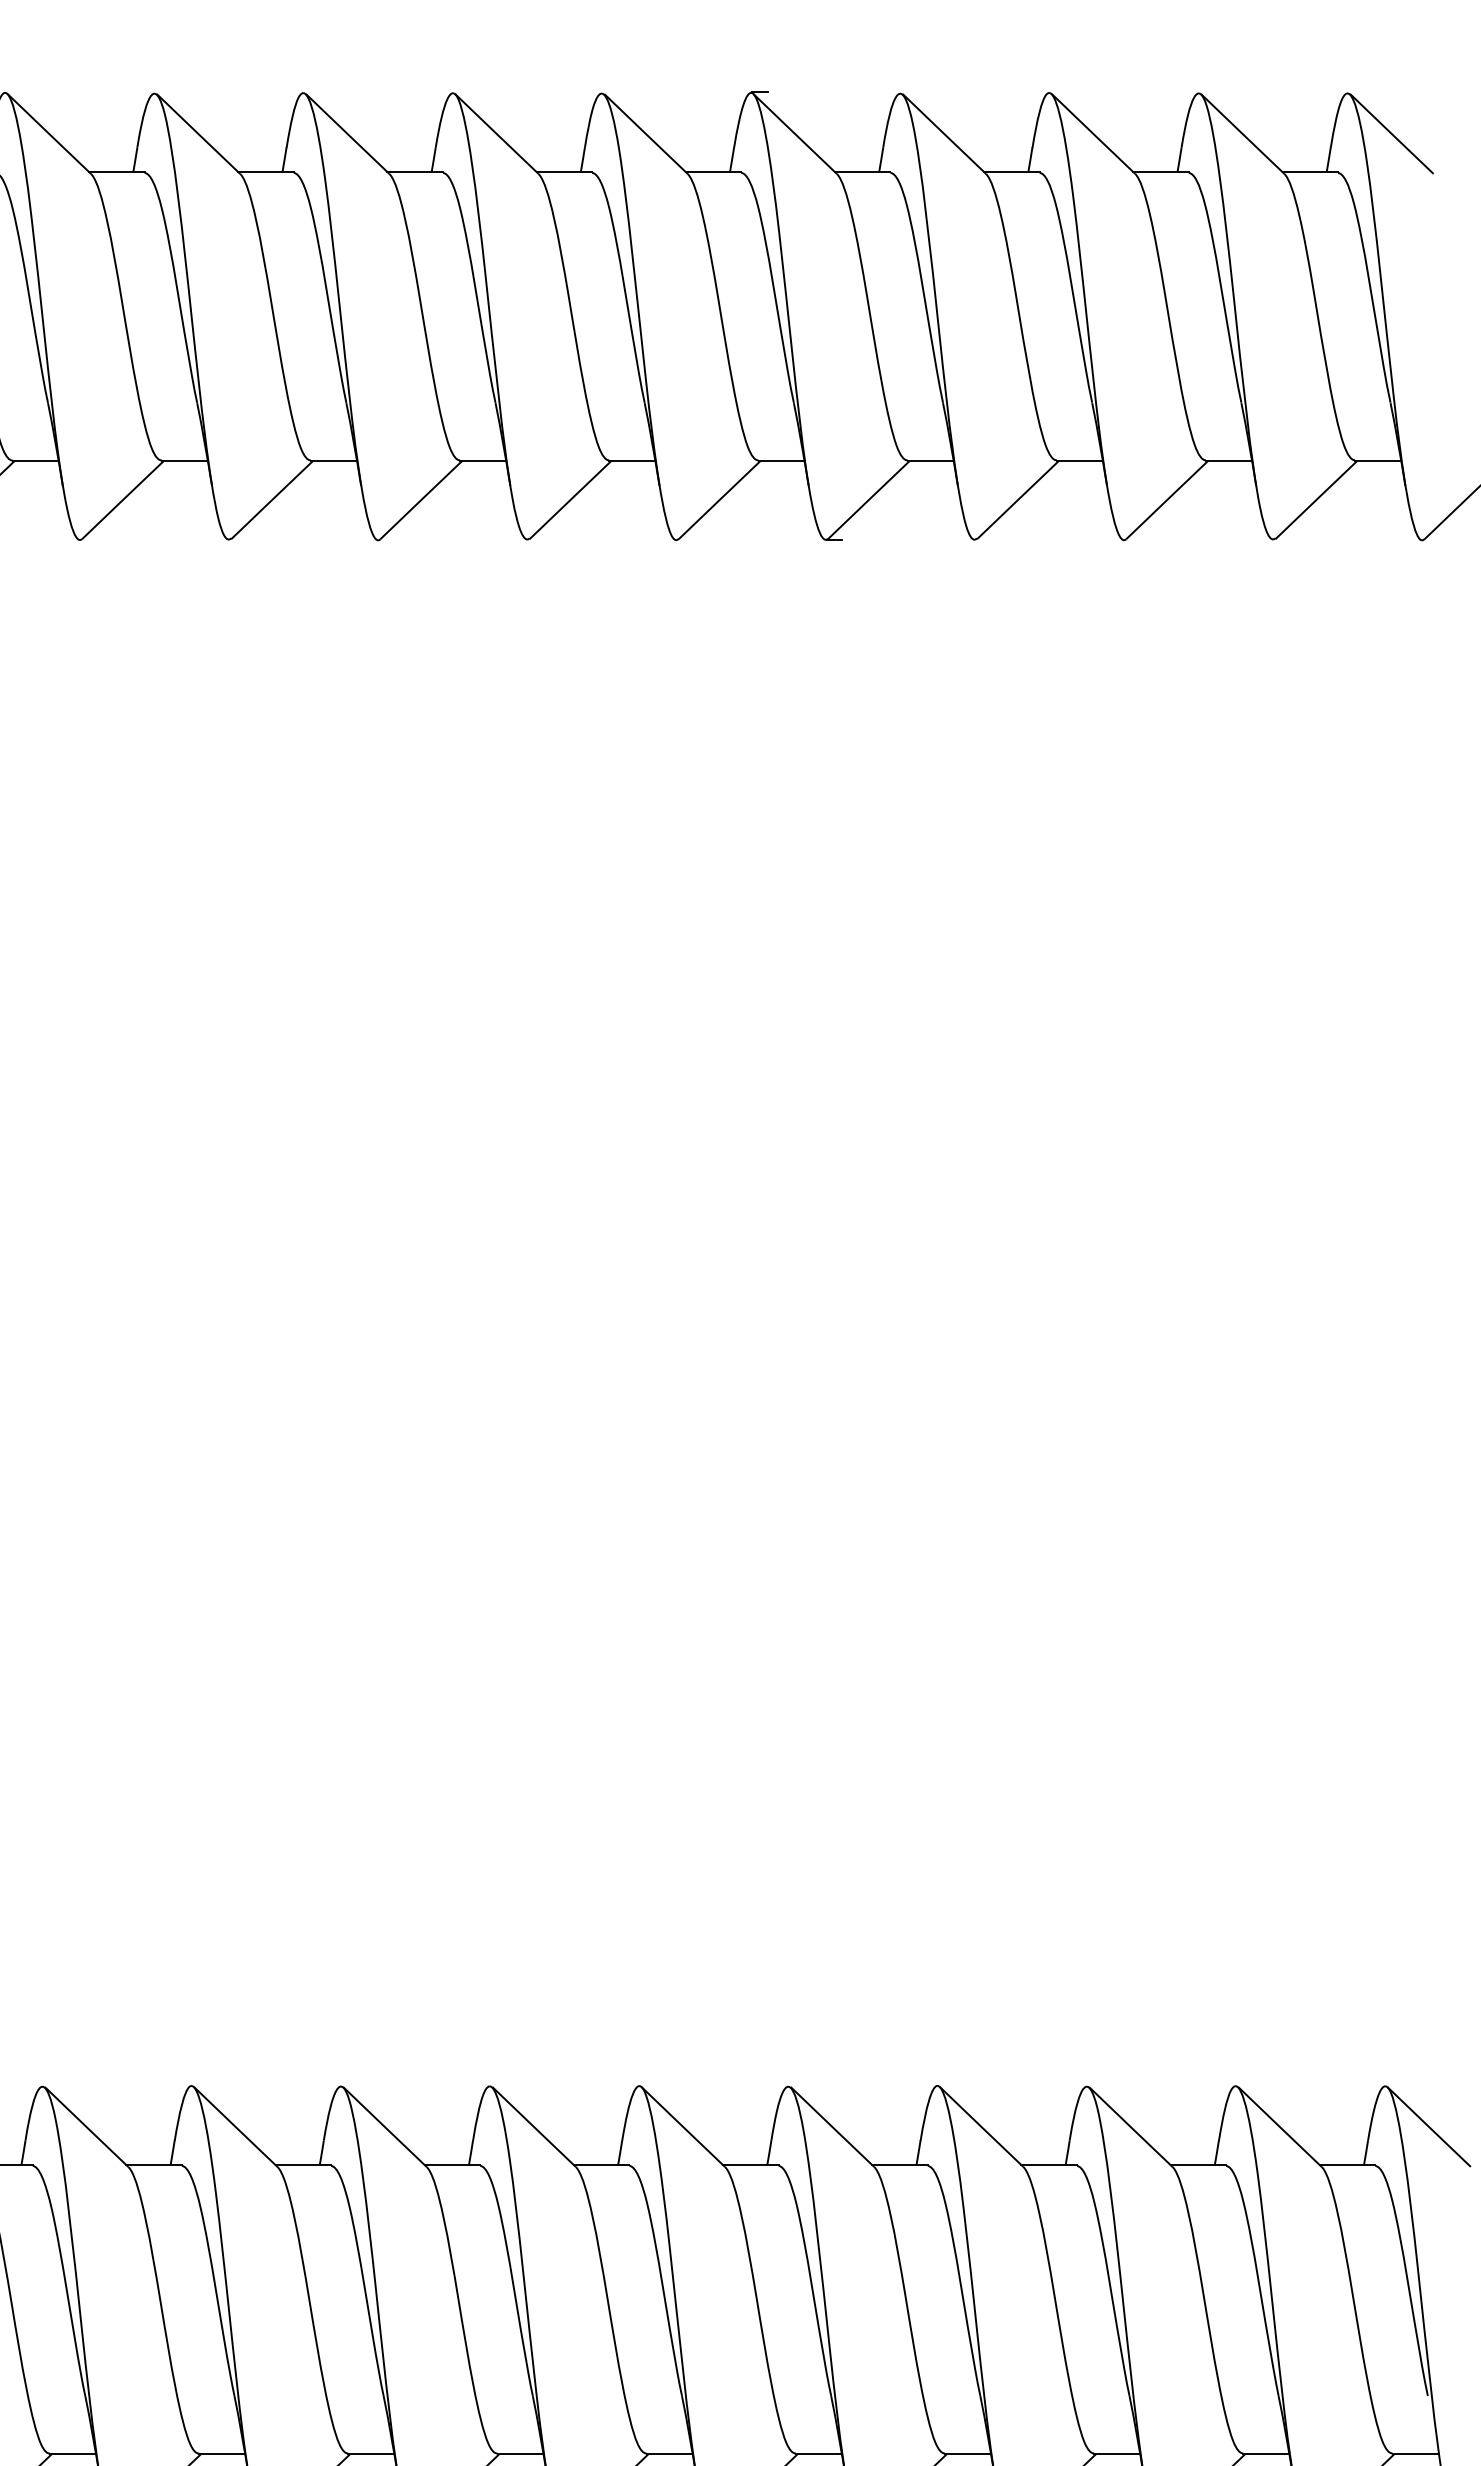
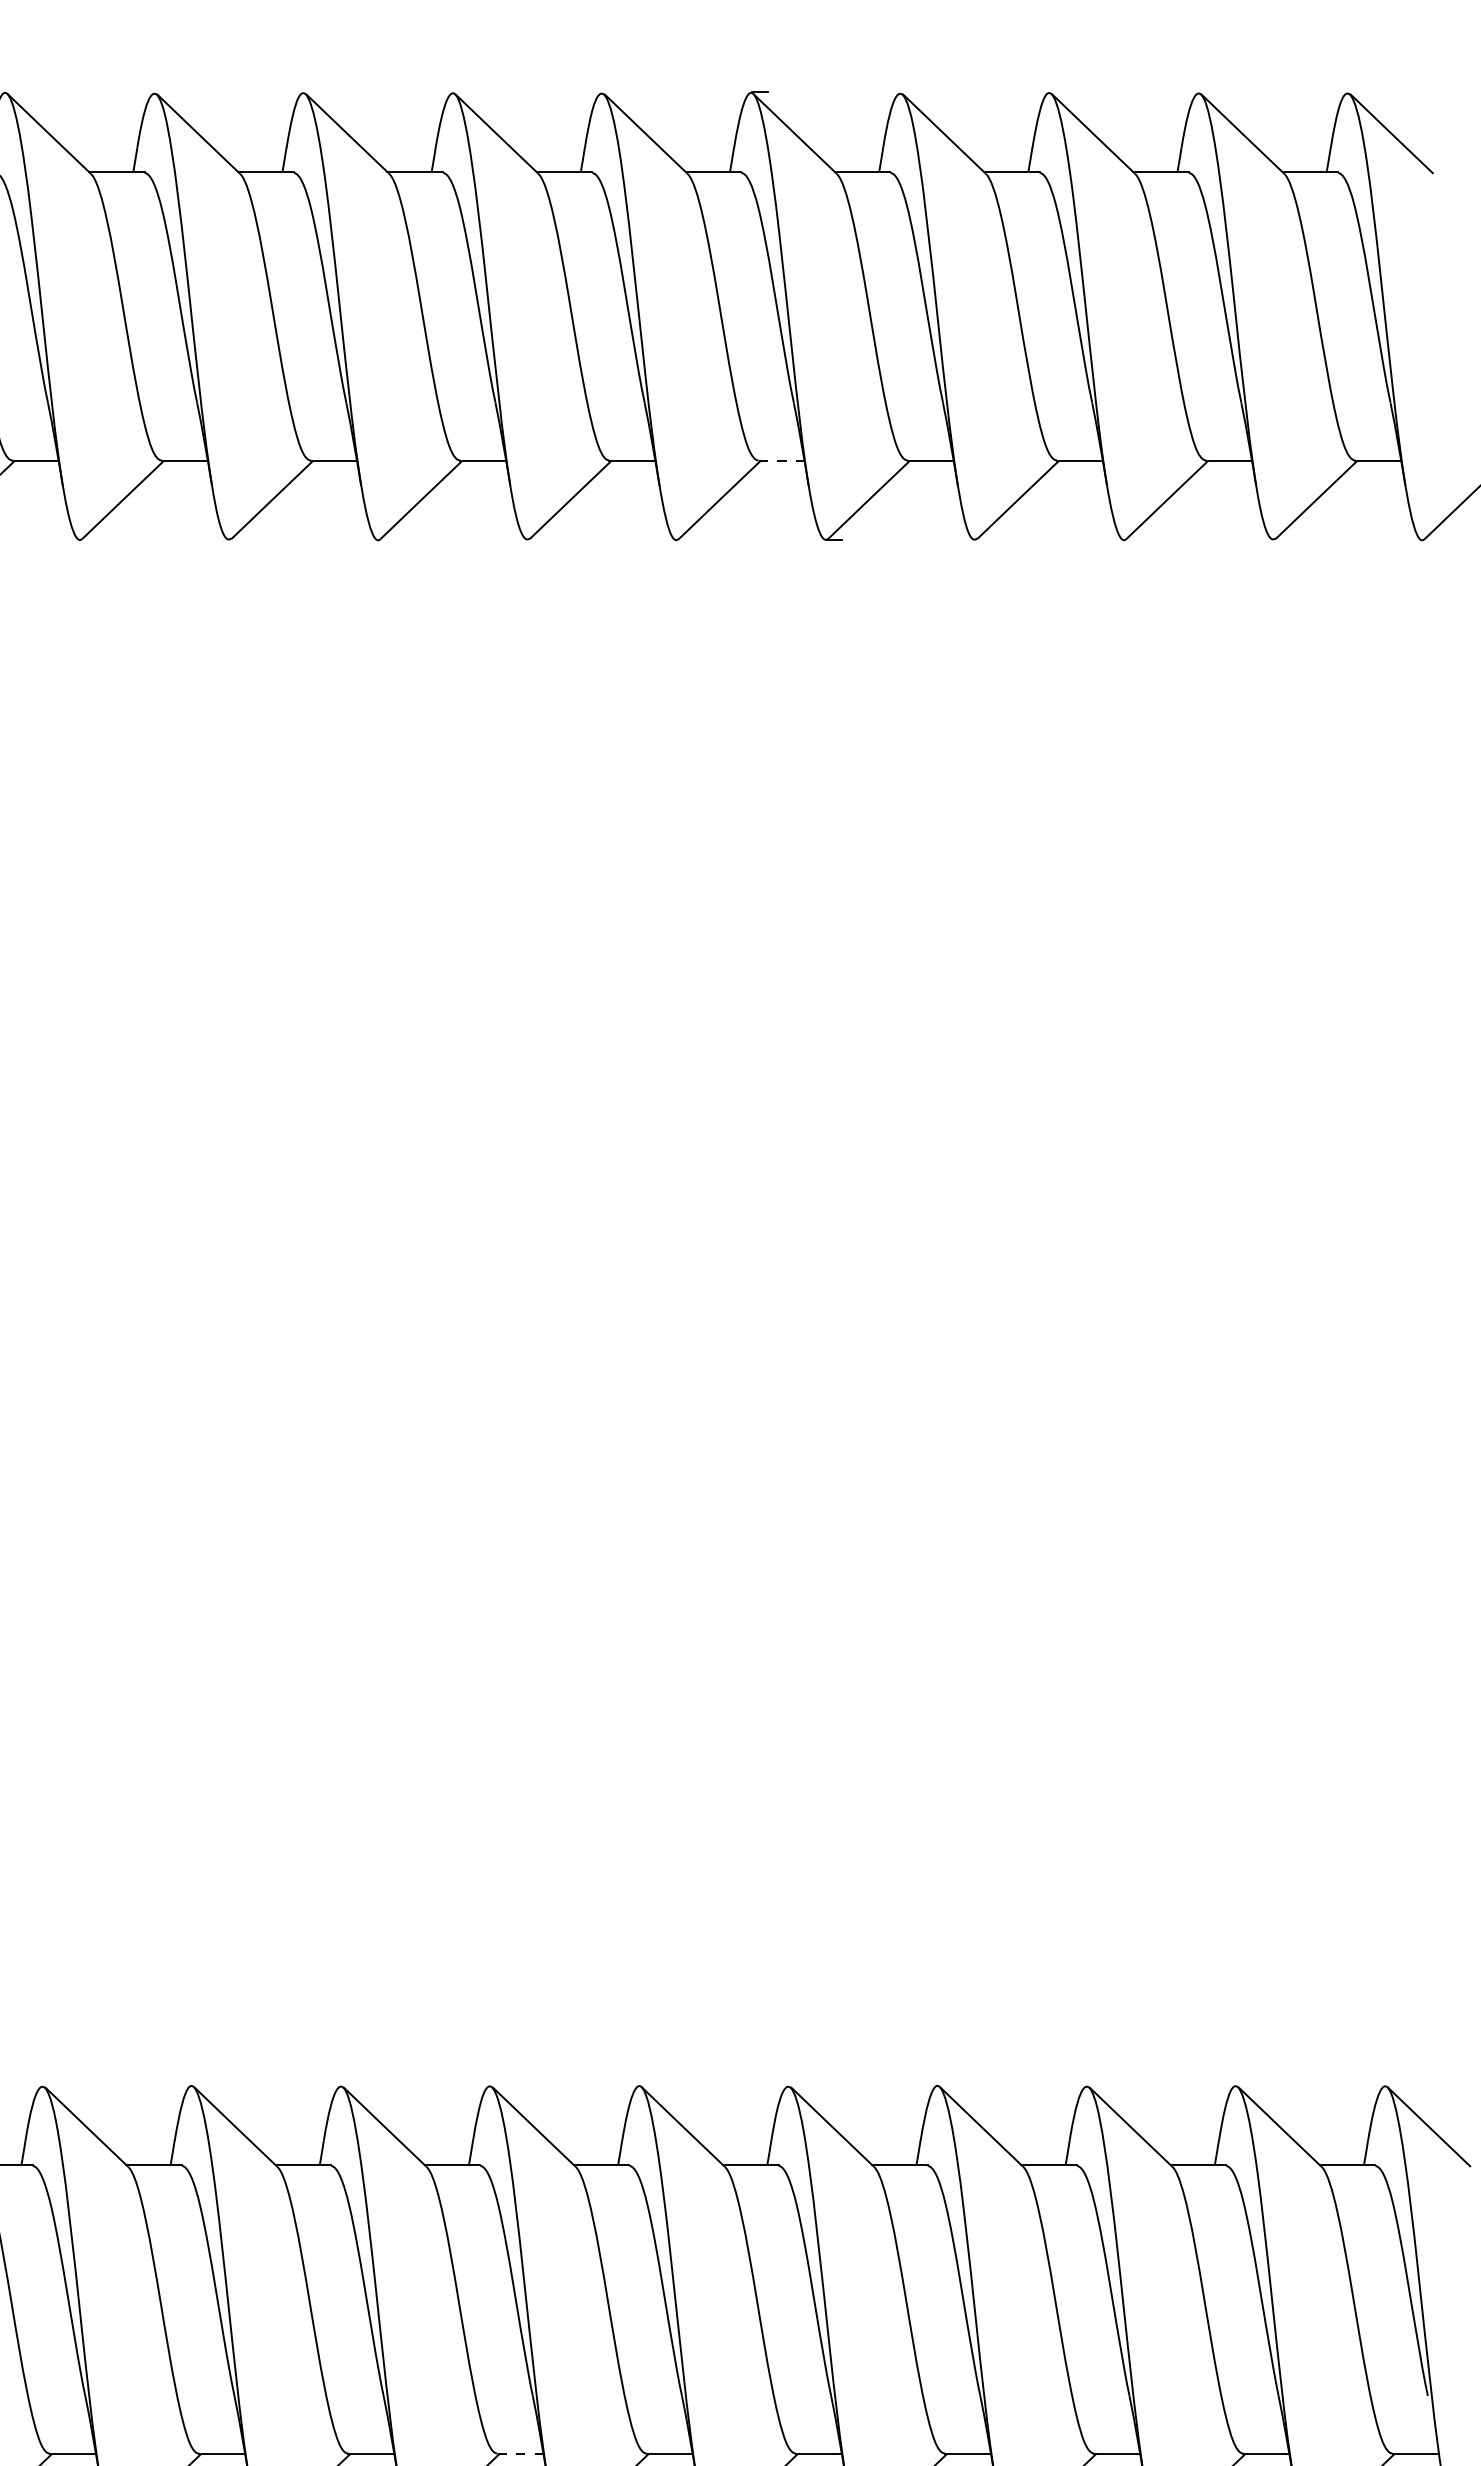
line at (782, 461): solid -> dashed
line at (521, 2454): solid -> dashed
